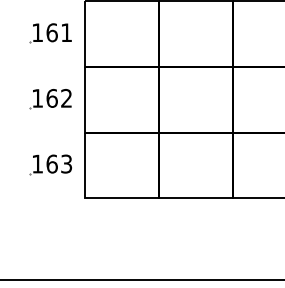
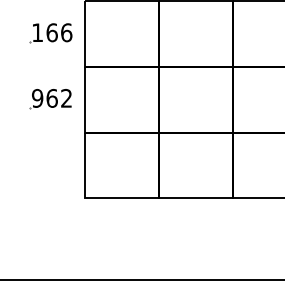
text at (66, 32): 161 -> 166
text at (37, 97): 162 -> 962
part at (50, 164): present -> none
